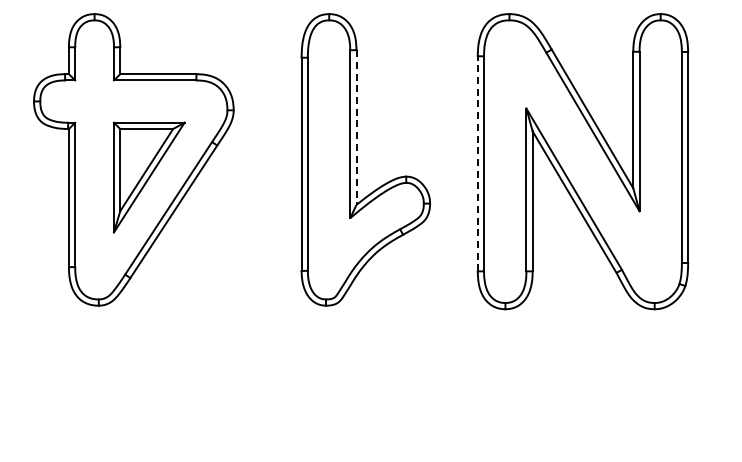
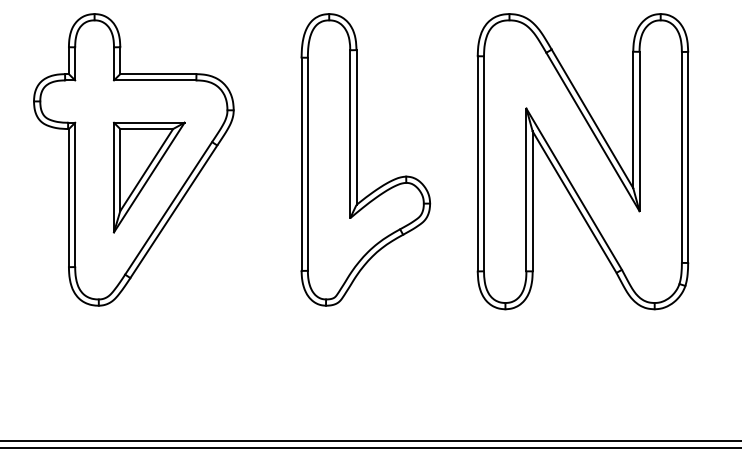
line at (356, 128): dashed -> solid
line at (477, 163): dashed -> solid
line at (370, 441): none -> present
line at (370, 447): none -> present
